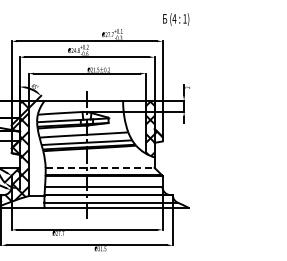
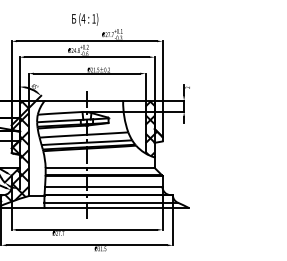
text at (176, 19) position: (176, 19) -> (85, 19)
line at (100, 167): dashed -> solid
